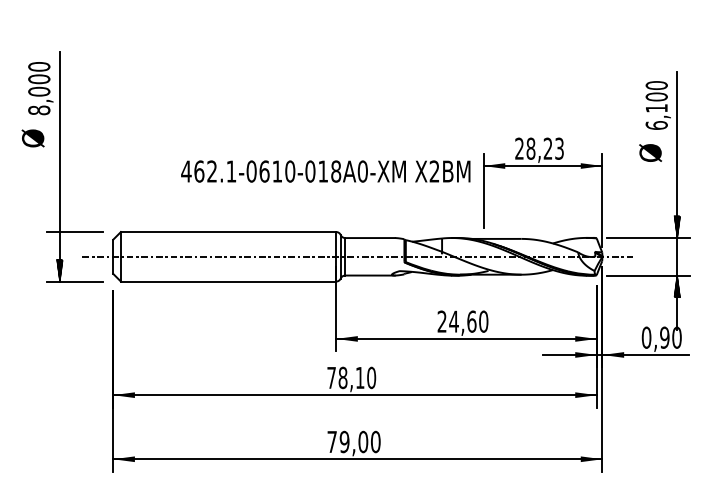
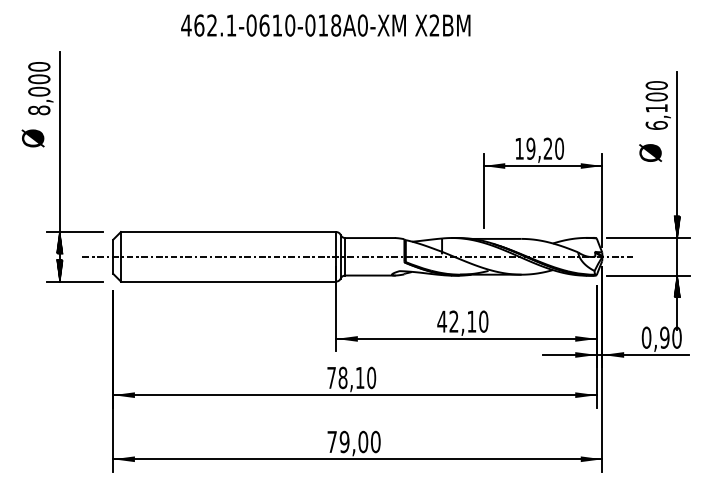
text at (539, 148): 28,23 -> 19,20
text at (325, 171) position: (325, 171) -> (325, 25)
hatch at (59, 242): none -> present
text at (456, 321): 24,60 -> 42,10
